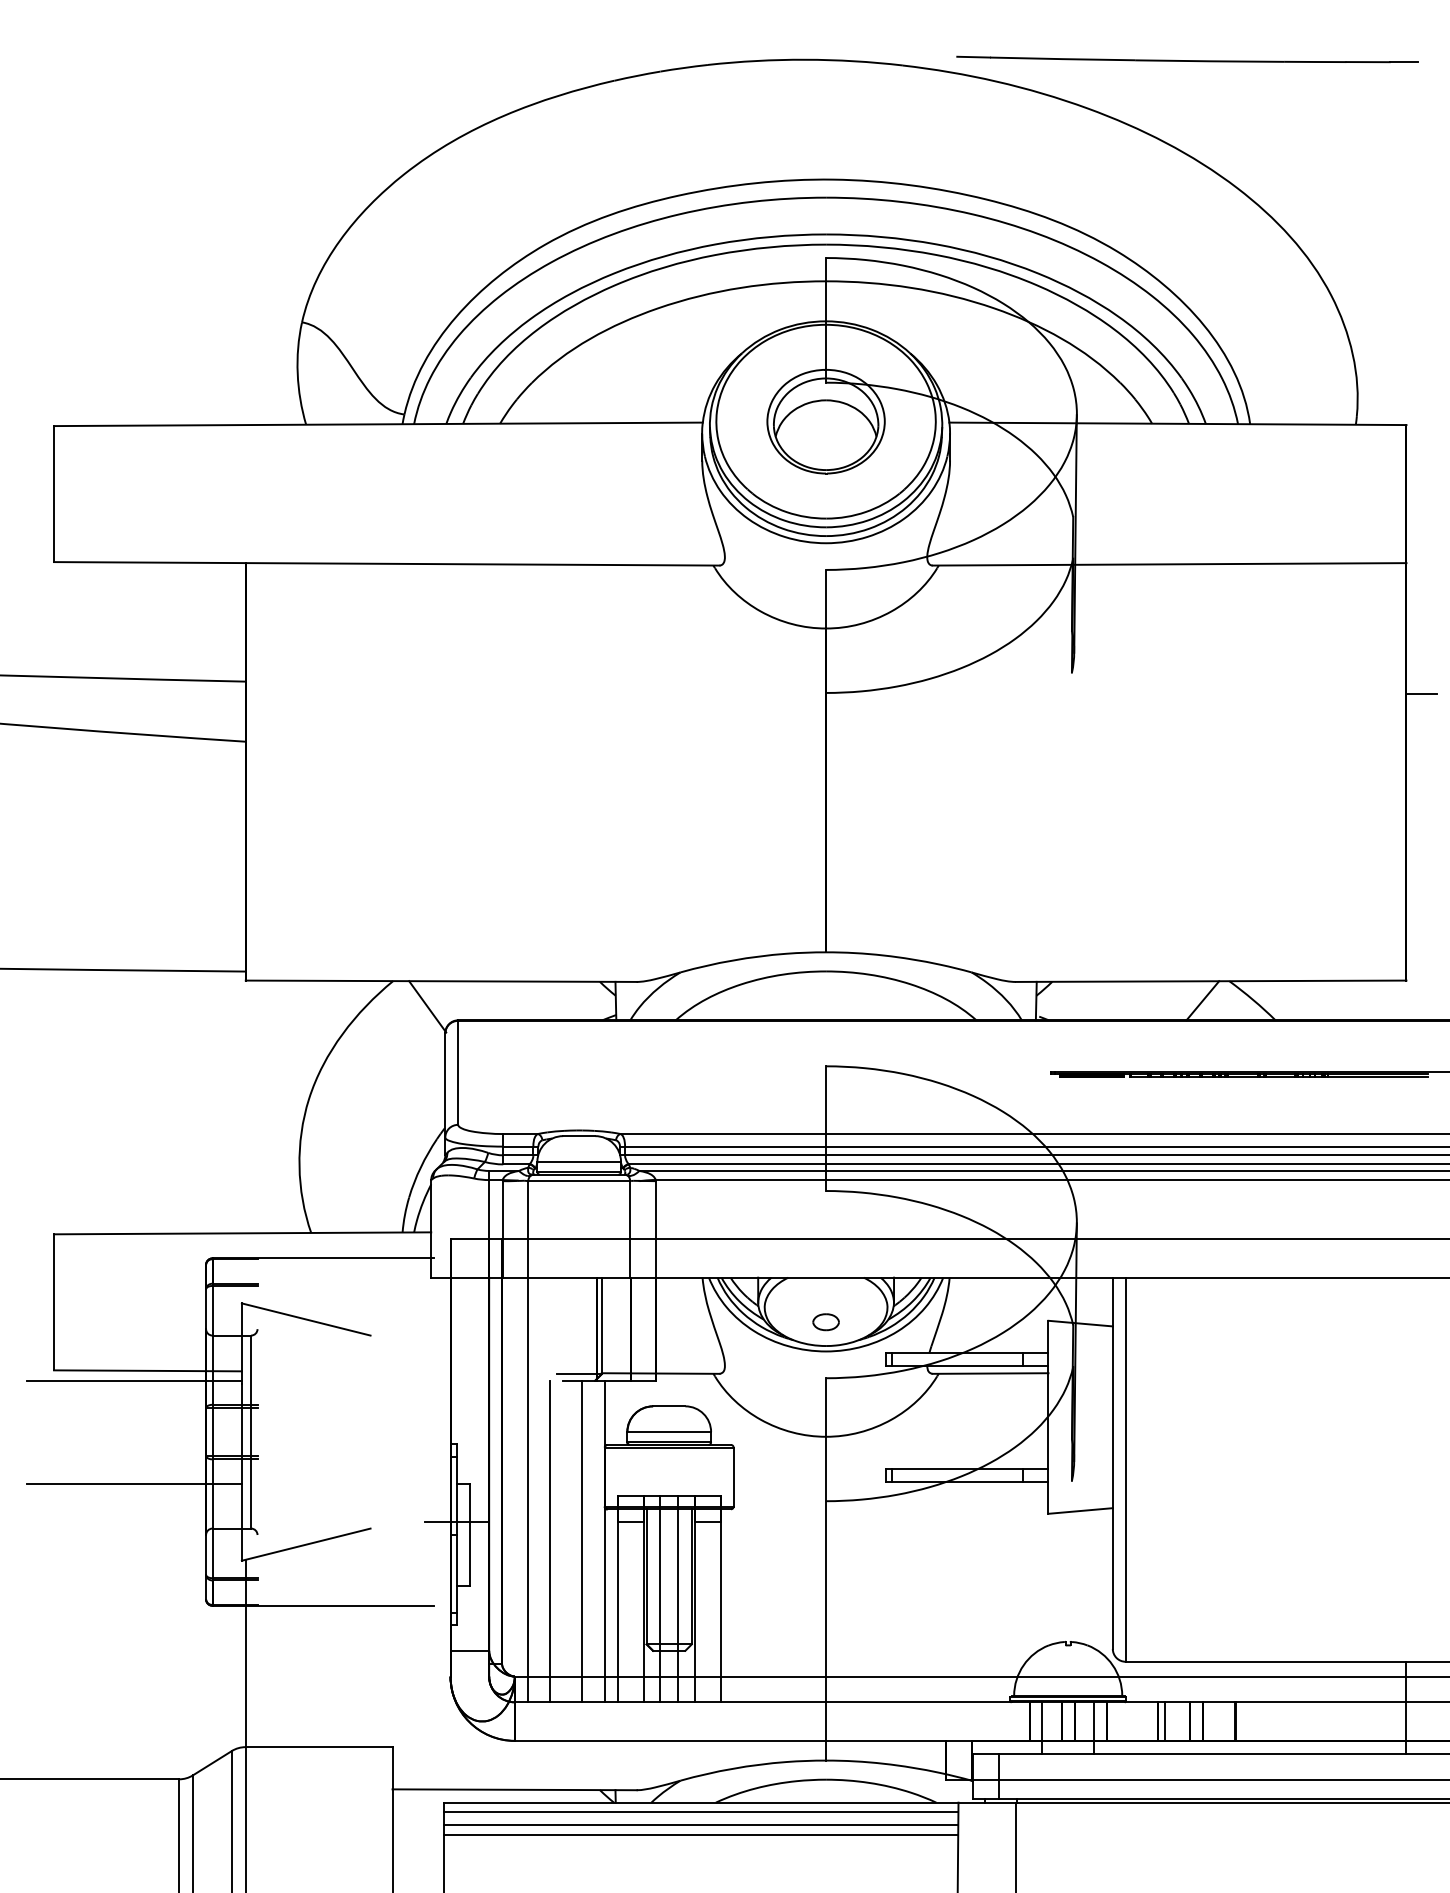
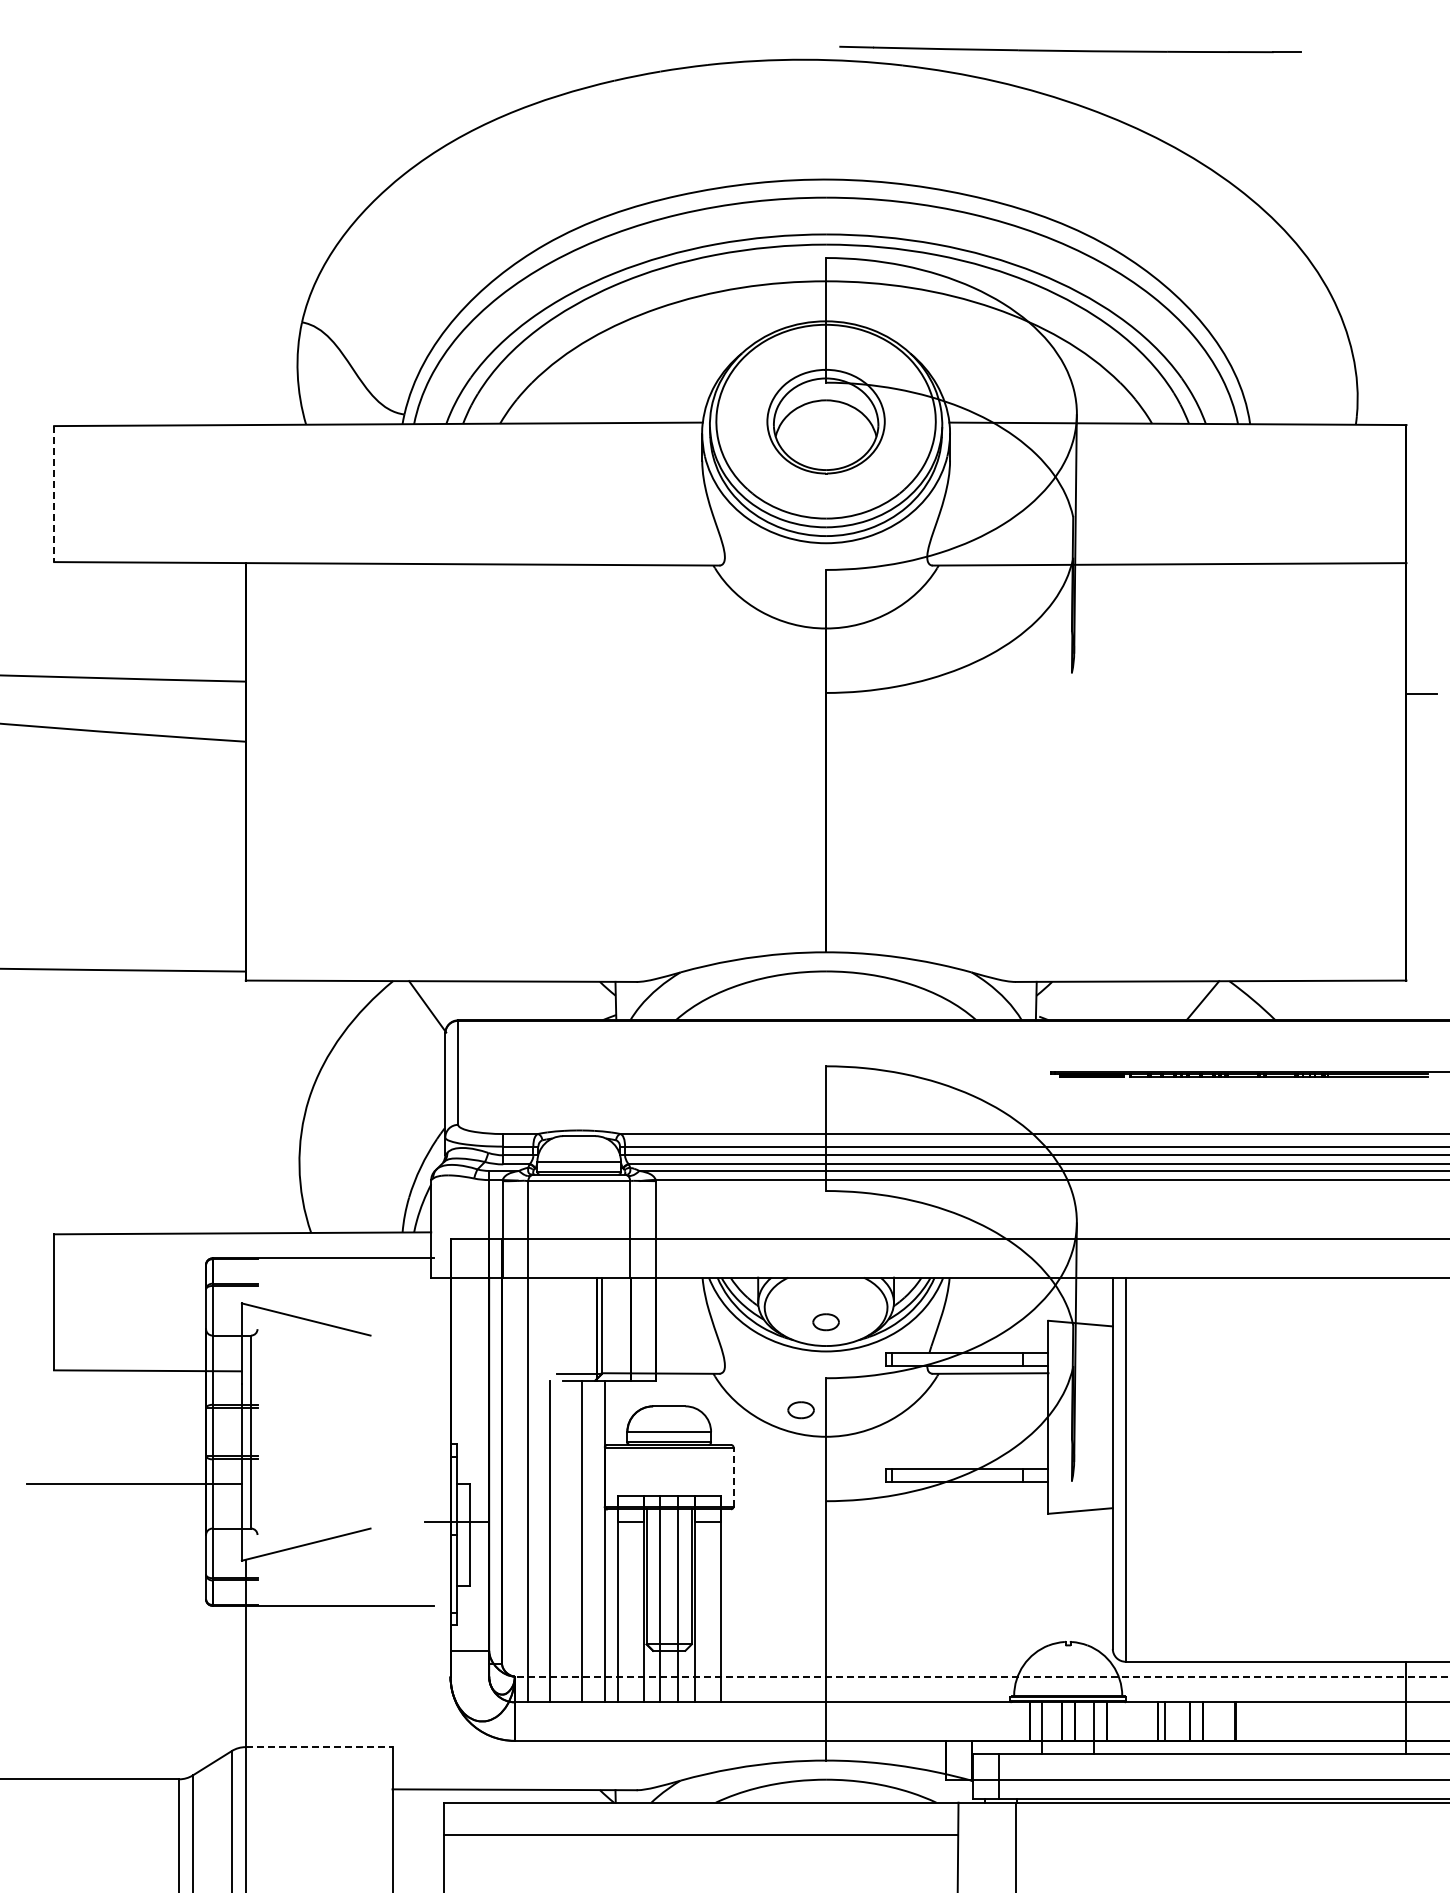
part at (1187, 59) position: (1187, 59) -> (1070, 49)
line at (54, 494): solid -> dashed
line at (133, 1380): present -> none
part at (800, 1410): none -> present
line at (733, 1477): solid -> dashed
line at (981, 1676): solid -> dashed
line at (319, 1747): solid -> dashed
line at (701, 1812): present -> none
line at (701, 1825): present -> none
